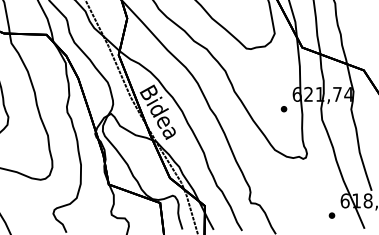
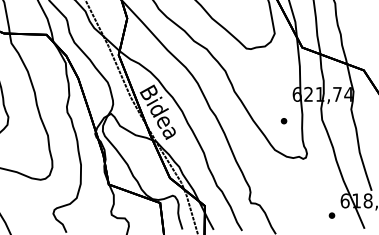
part at (283, 109) position: (283, 109) -> (283, 121)
